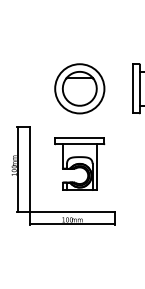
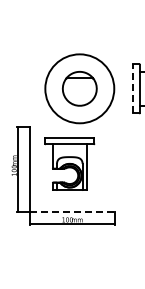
circle at (79, 88) diameter: 49 px -> 69 px
line at (133, 88): solid -> dashed
part at (79, 163) position: (79, 163) -> (69, 163)
line at (73, 212): solid -> dashed
